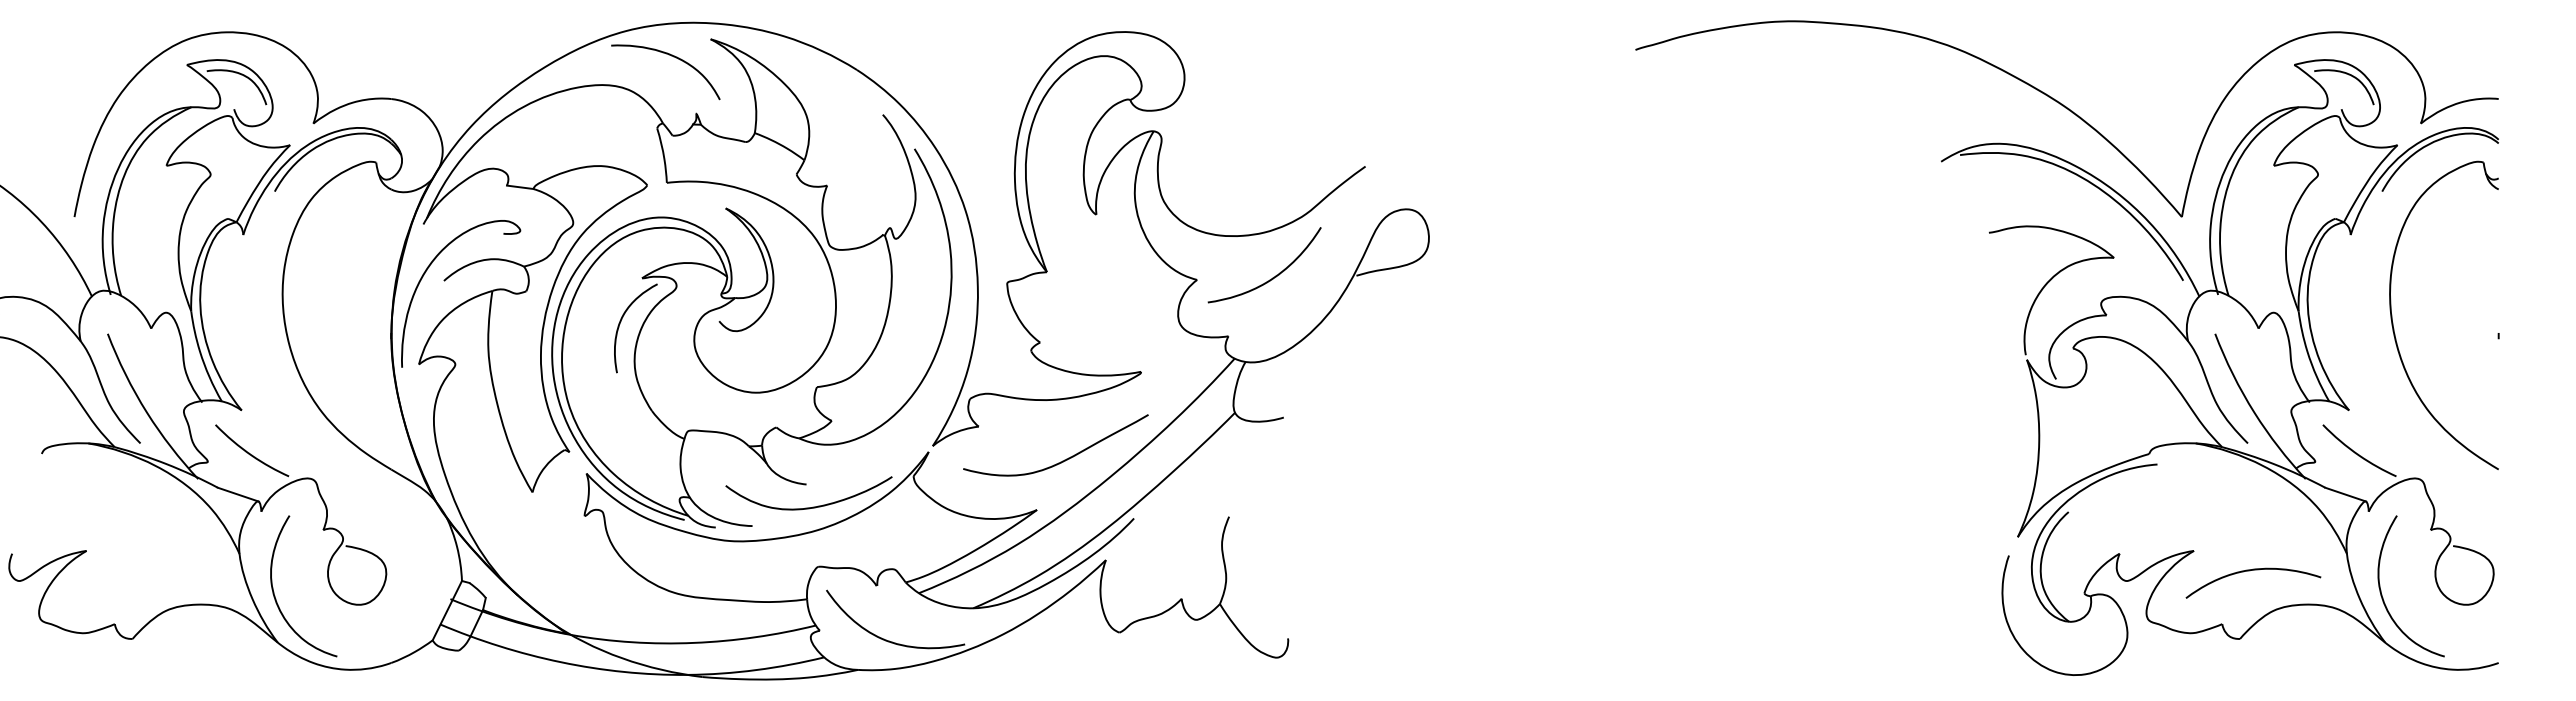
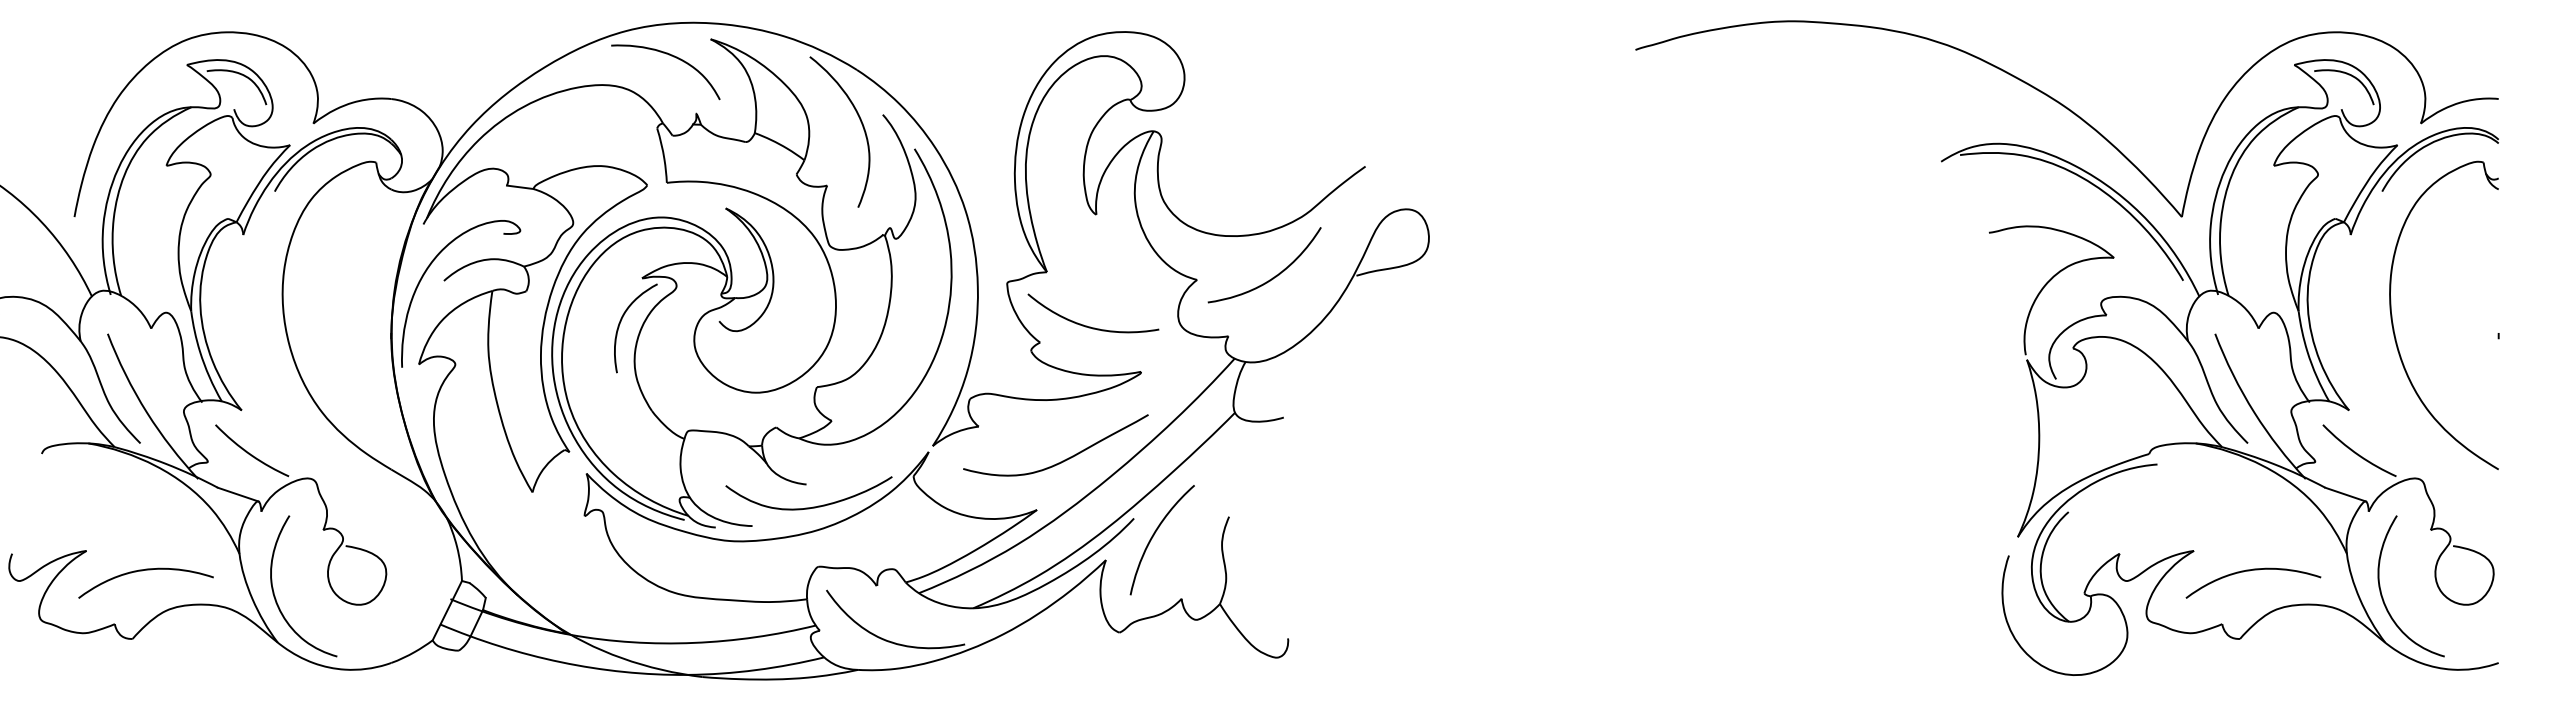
curve at (860, 122): none -> present
curve at (1090, 326): none -> present
curve at (1153, 537): none -> present
curve at (142, 571): none -> present
